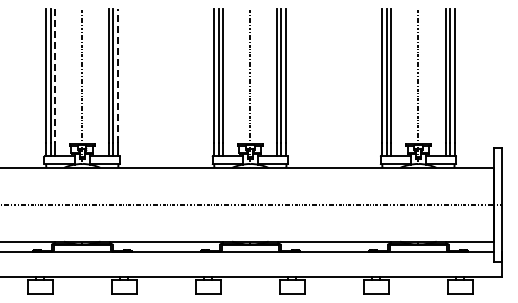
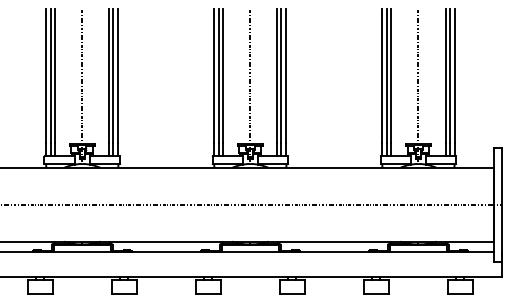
line at (55, 75): dashed -> solid
line at (118, 75): dashed -> solid
